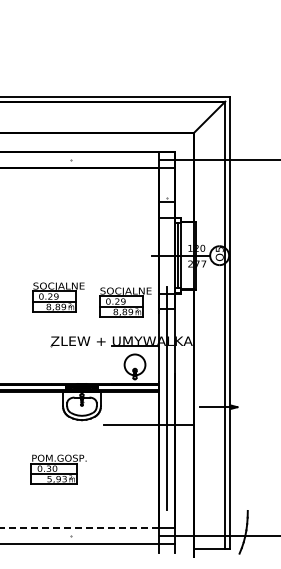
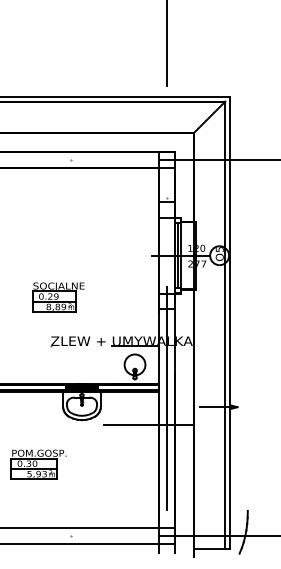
line at (166, 44): none -> present
part at (125, 302): present -> none
part at (58, 469) position: (58, 469) -> (38, 464)
line at (79, 527): dashed -> solid
